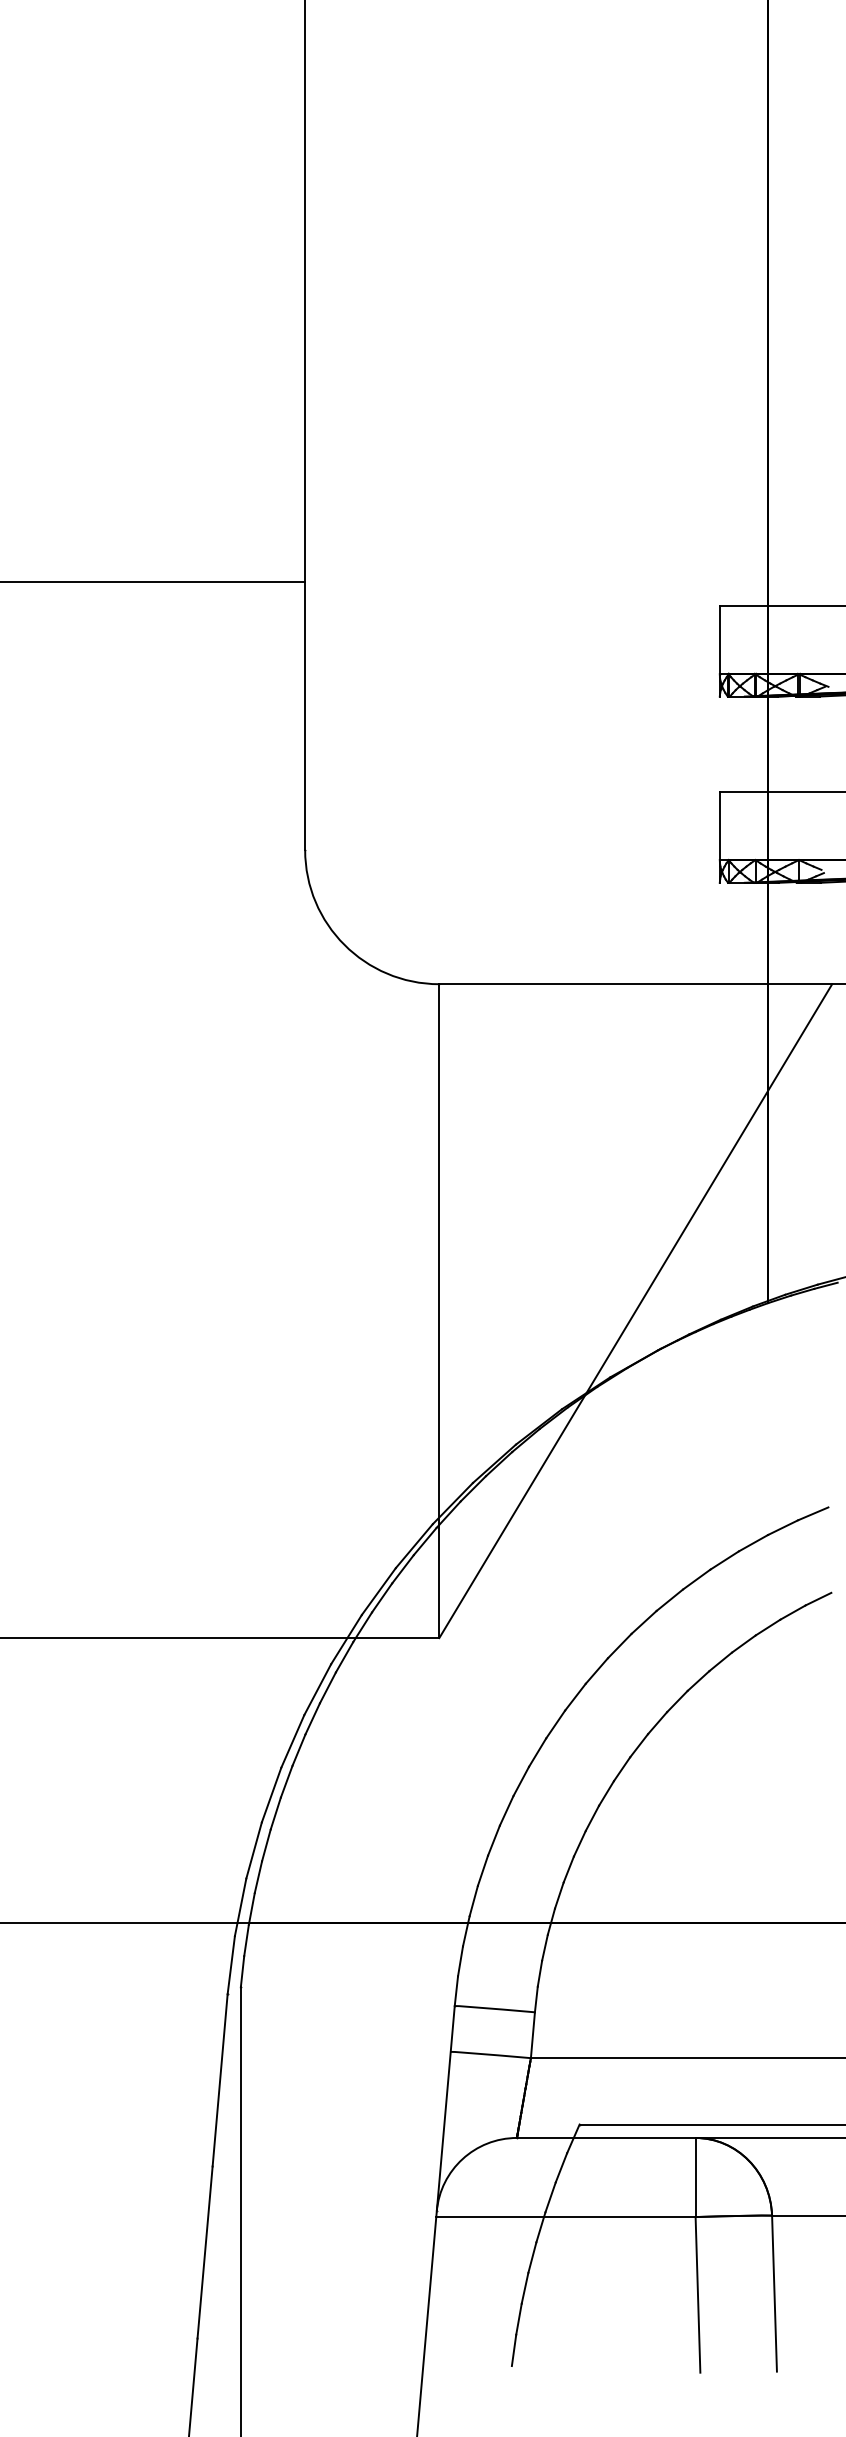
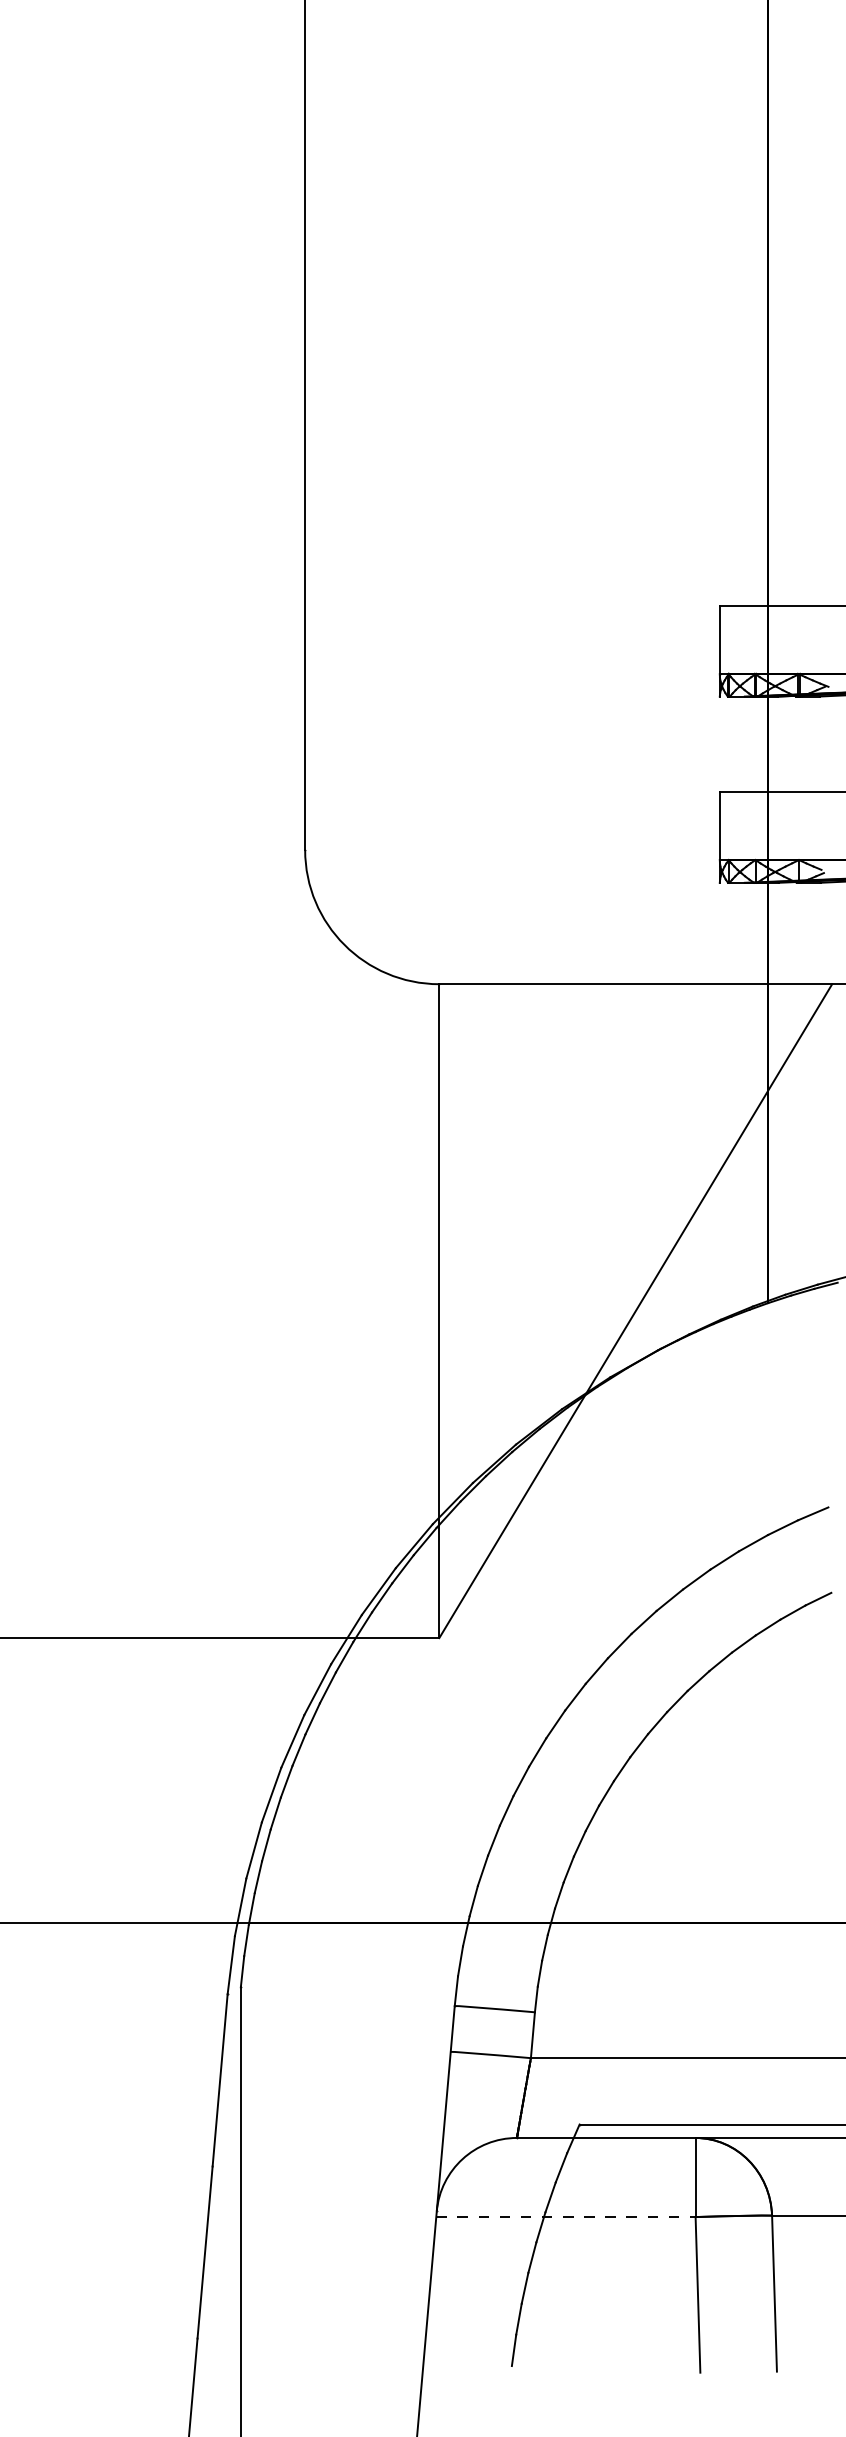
line at (153, 581): present -> none
line at (565, 2217): solid -> dashed
